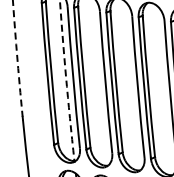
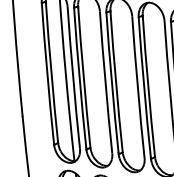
arc at (17, 58): dashed -> solid
arc at (66, 79): dashed -> solid
